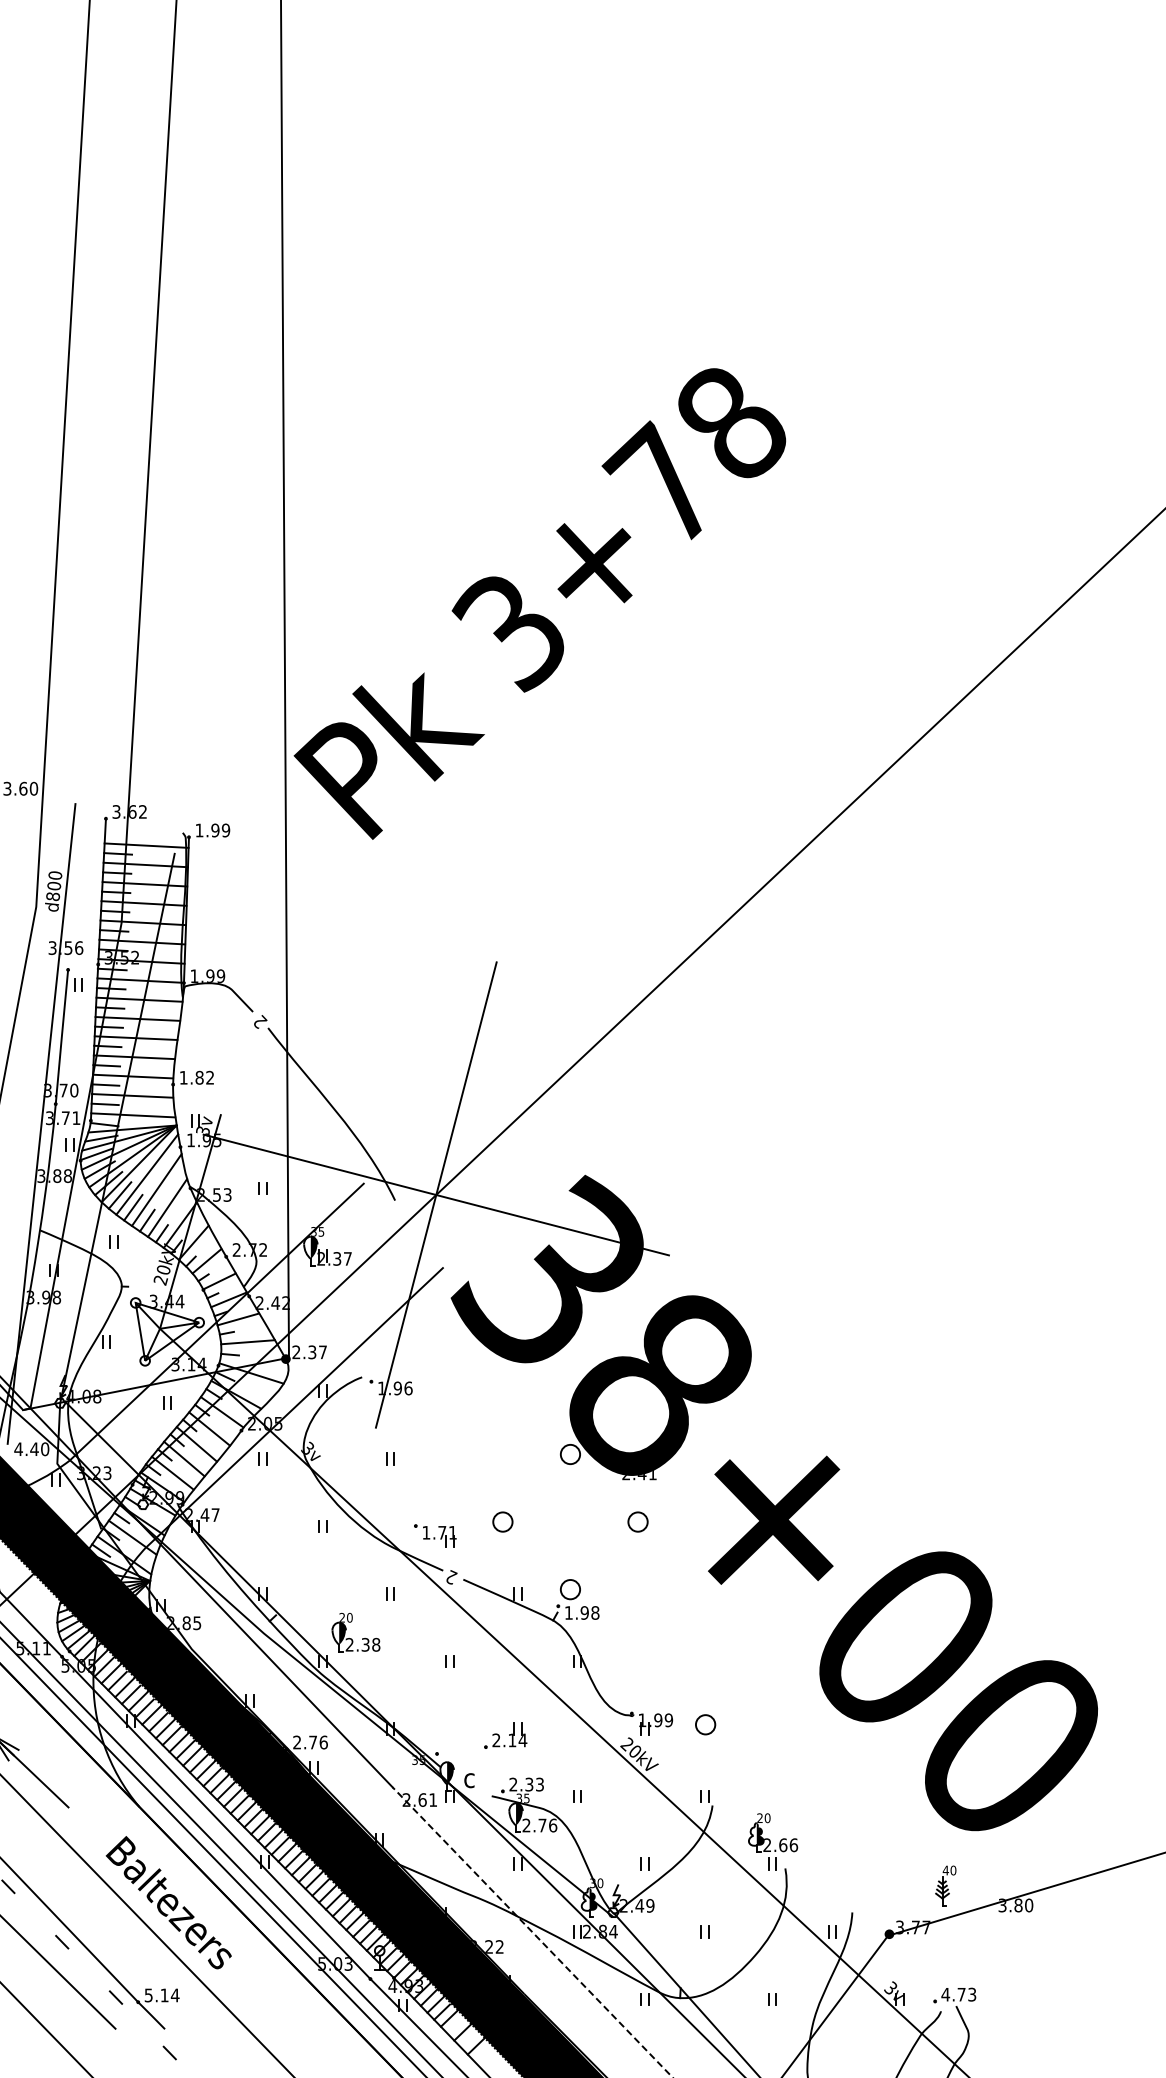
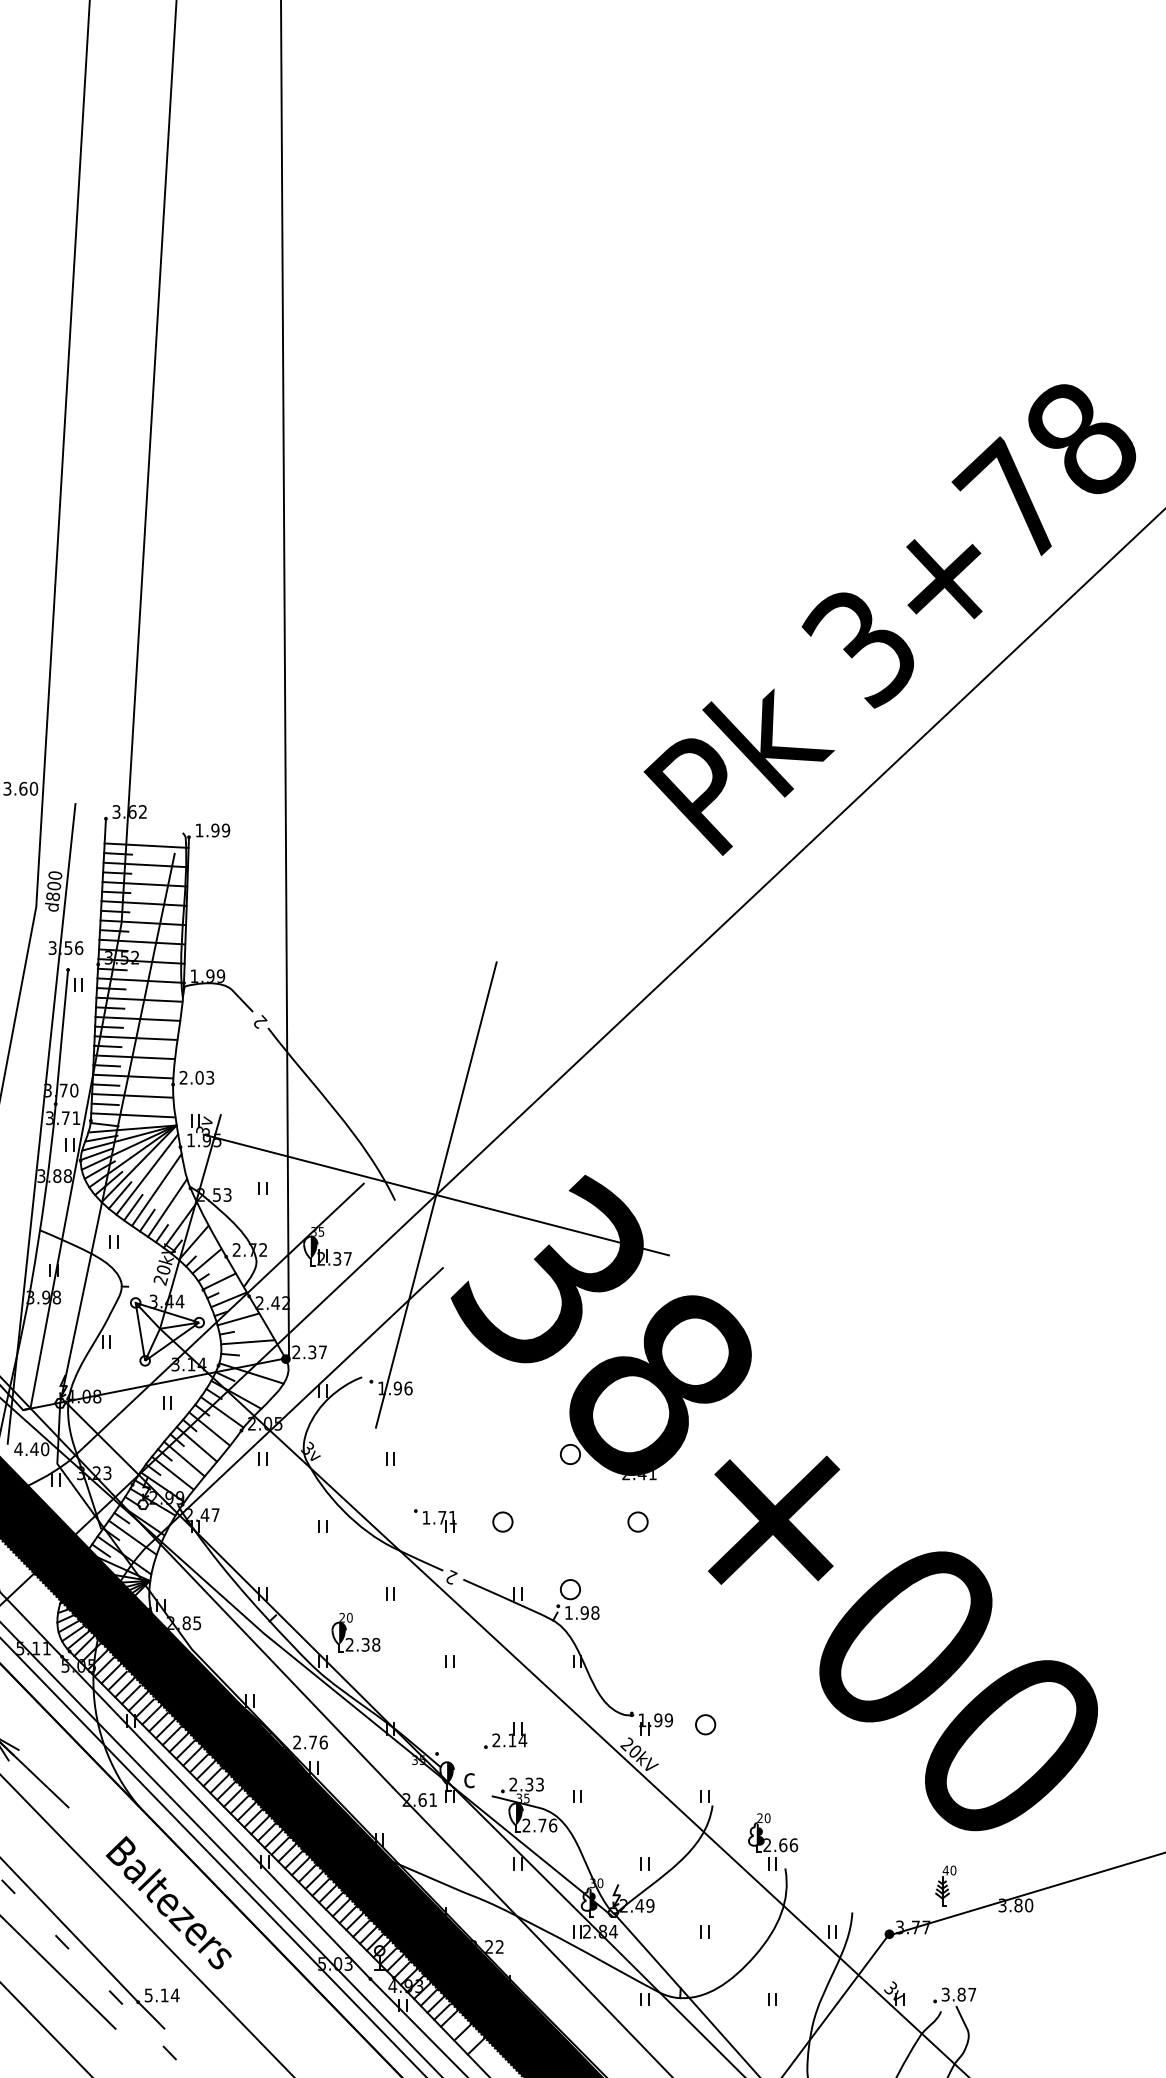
text at (539, 603) position: (539, 603) -> (889, 619)
text at (196, 1077): 1.82 -> 2.03
part at (435, 1535) position: (435, 1535) -> (435, 1520)
line at (532, 1932): dashed -> solid
text at (958, 1994): 4.73 -> 3.87
